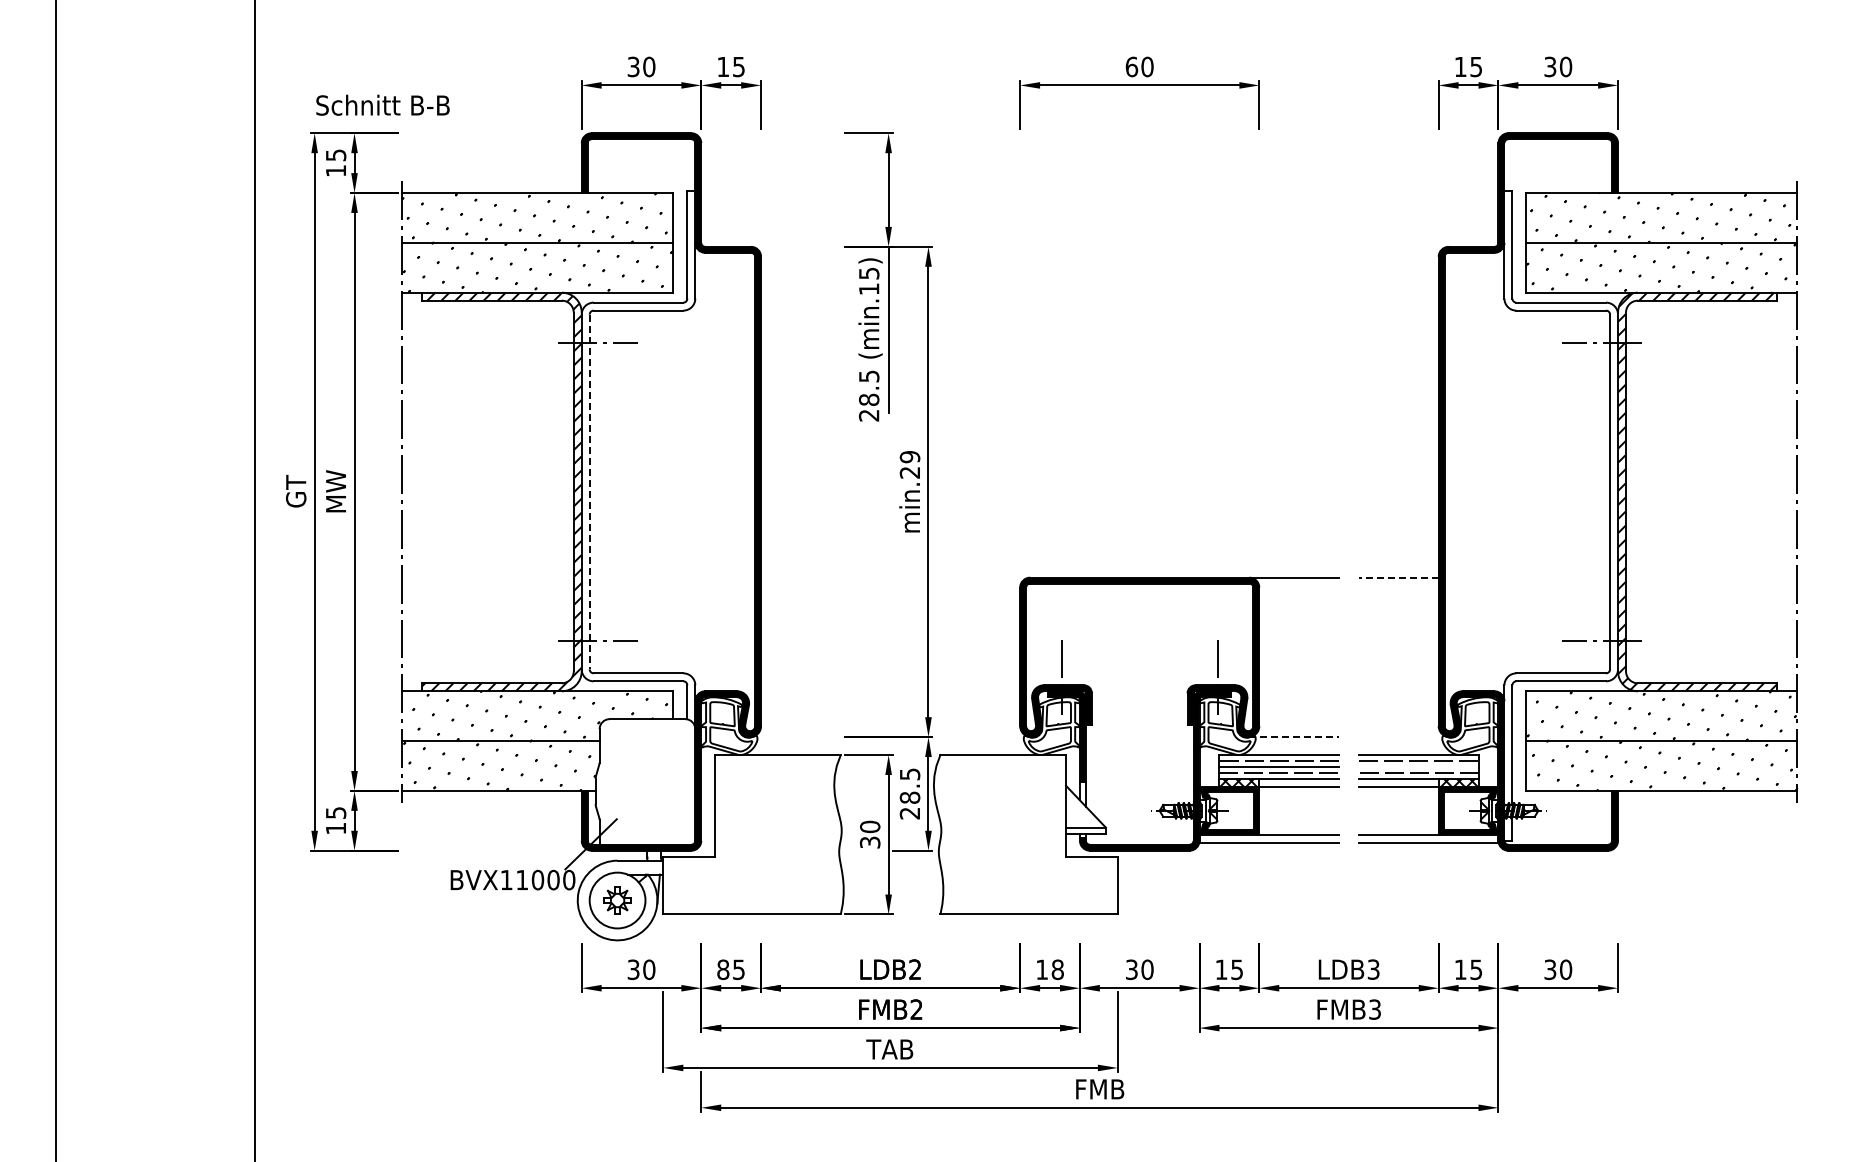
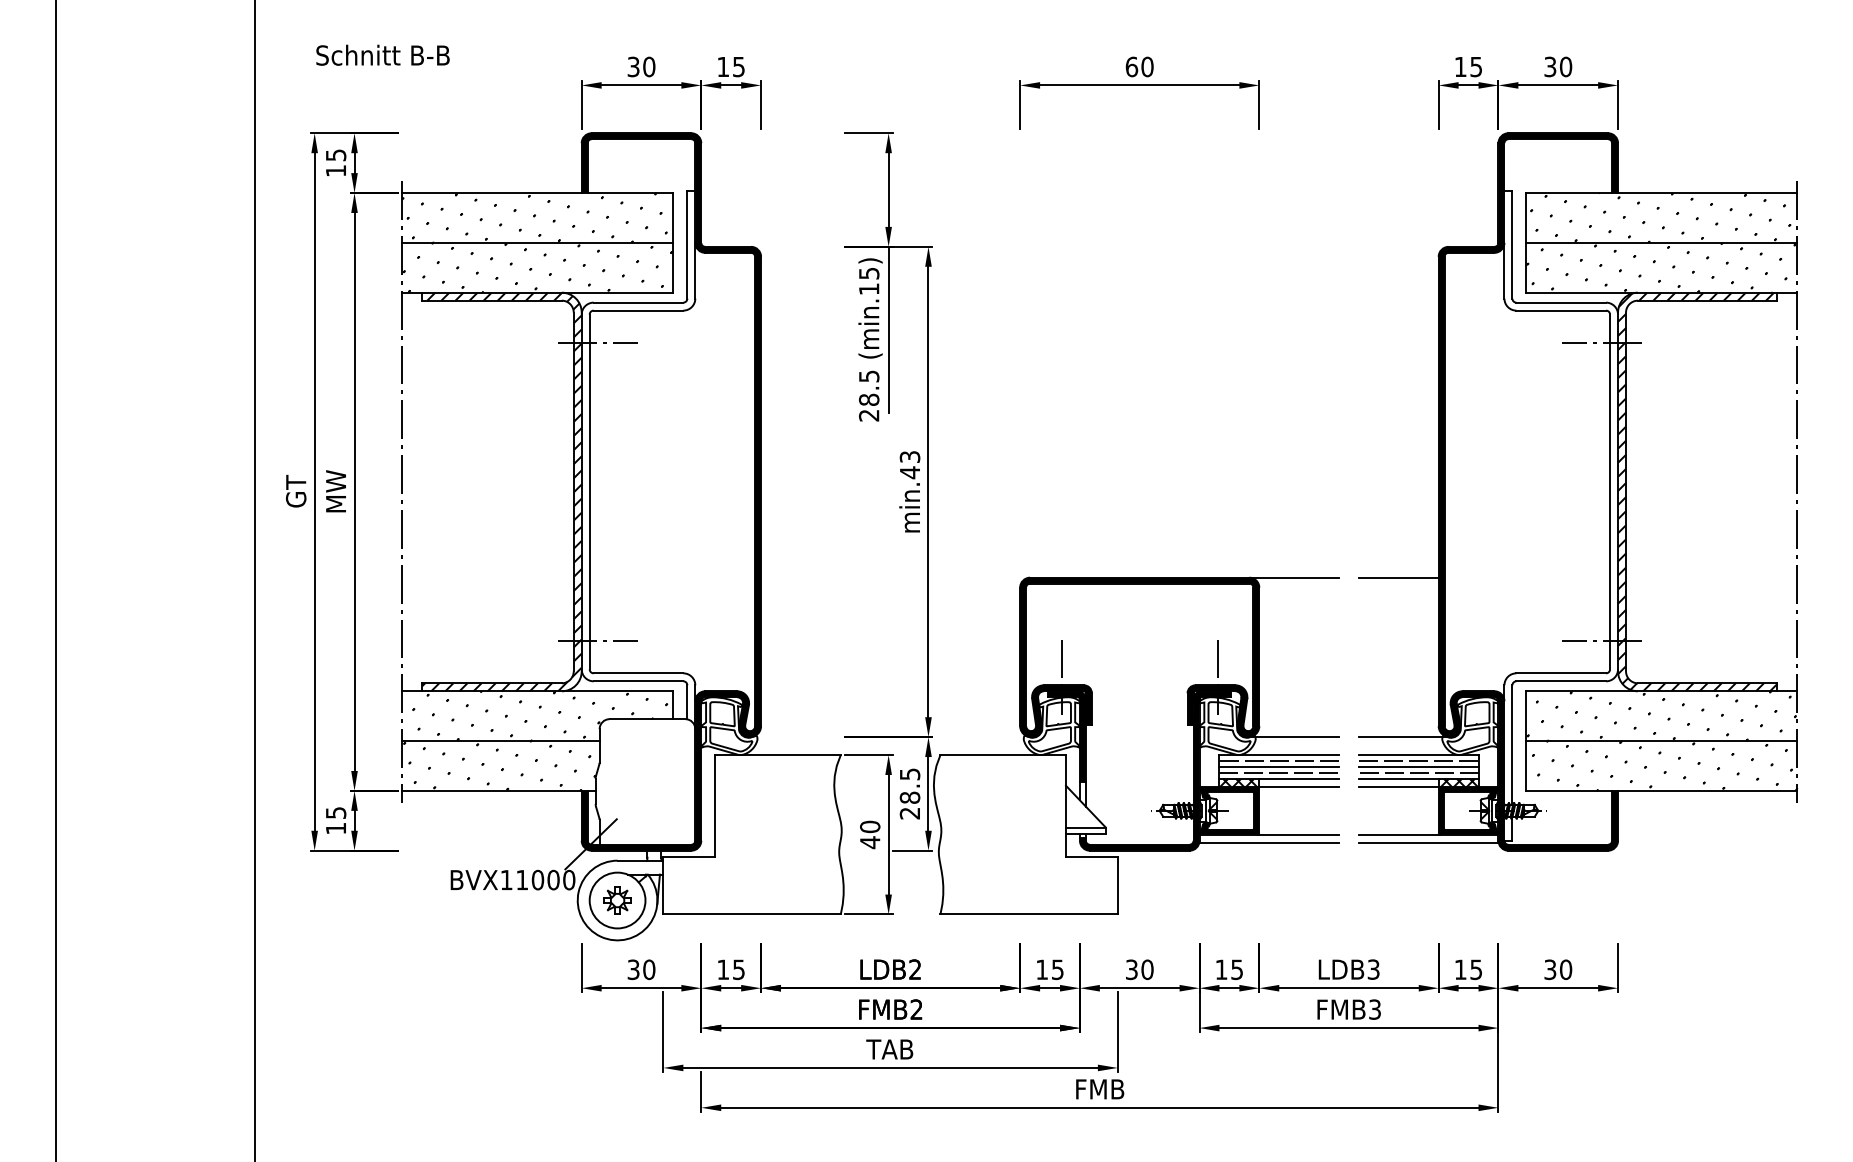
text at (382, 104) position: (382, 104) -> (382, 54)
text at (909, 465): min.29 -> min.43
line at (589, 492): dashed -> solid
line at (1398, 577): dashed -> solid
line at (1294, 737): dashed -> solid
line at (1403, 737): none -> present
line at (1418, 767): none -> present
text at (869, 842): 30 -> 40
text at (723, 969): 85 -> 15
text at (1057, 969): 18 -> 15
